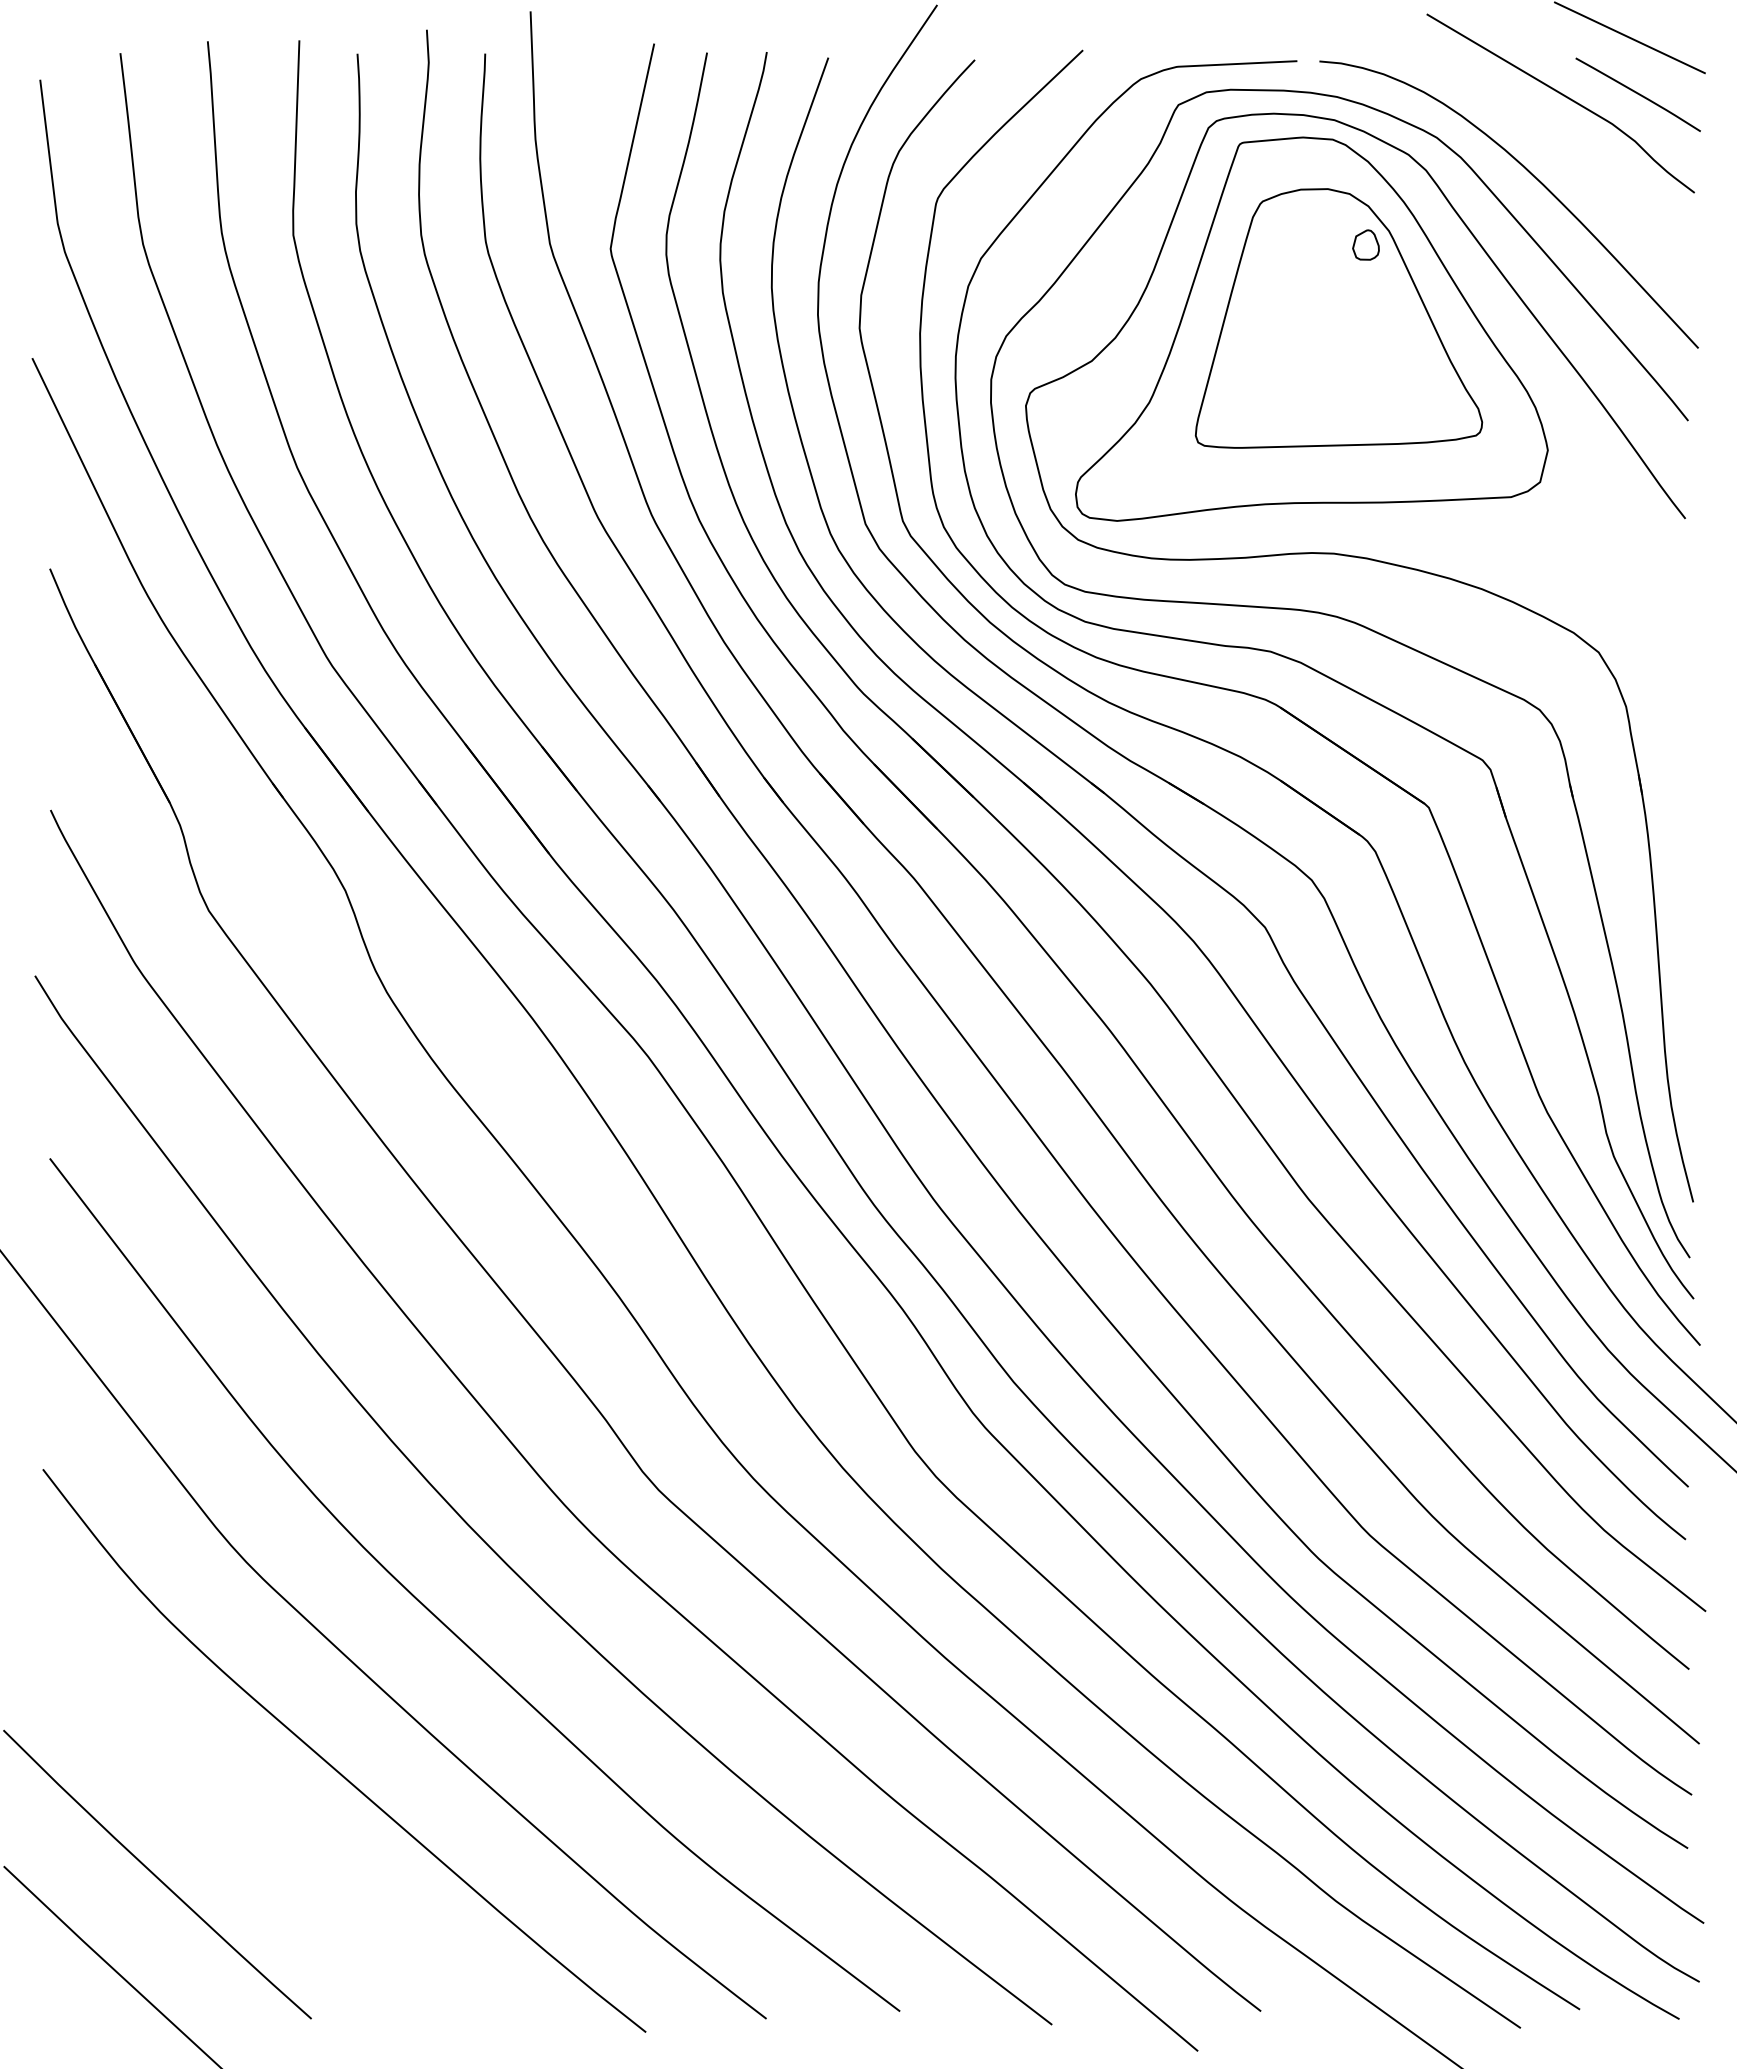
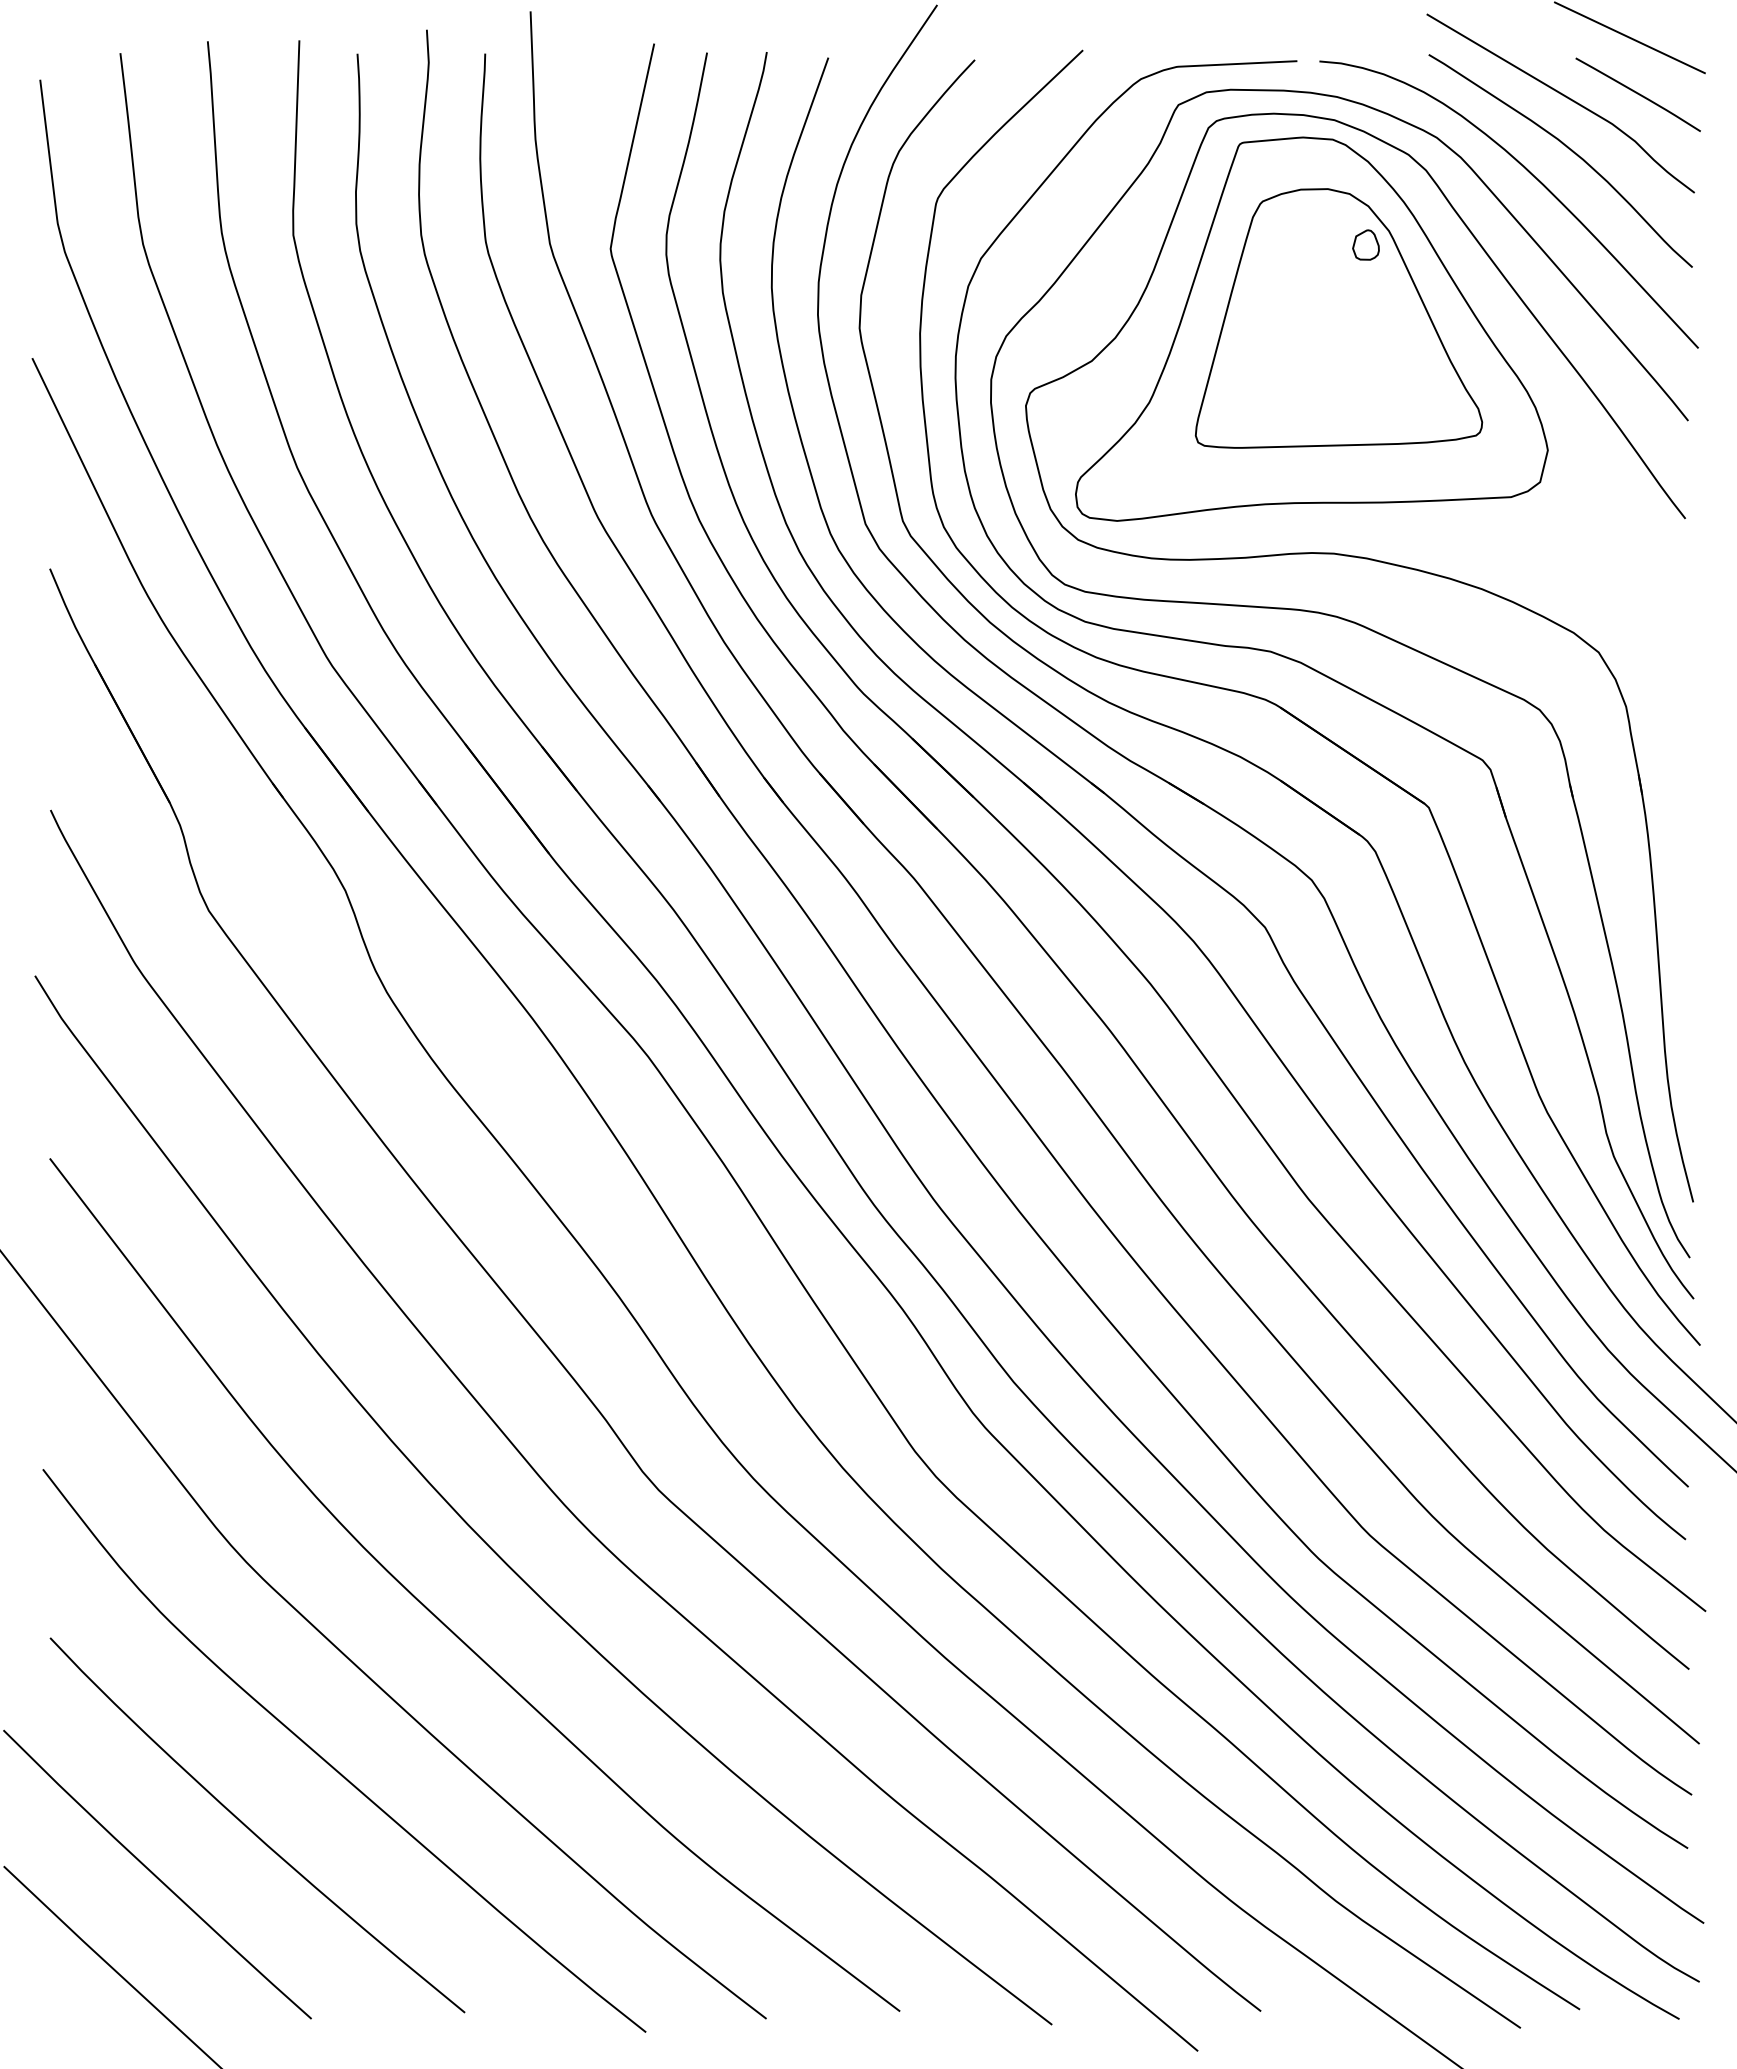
curve at (1568, 149): none -> present
curve at (252, 1830): none -> present
